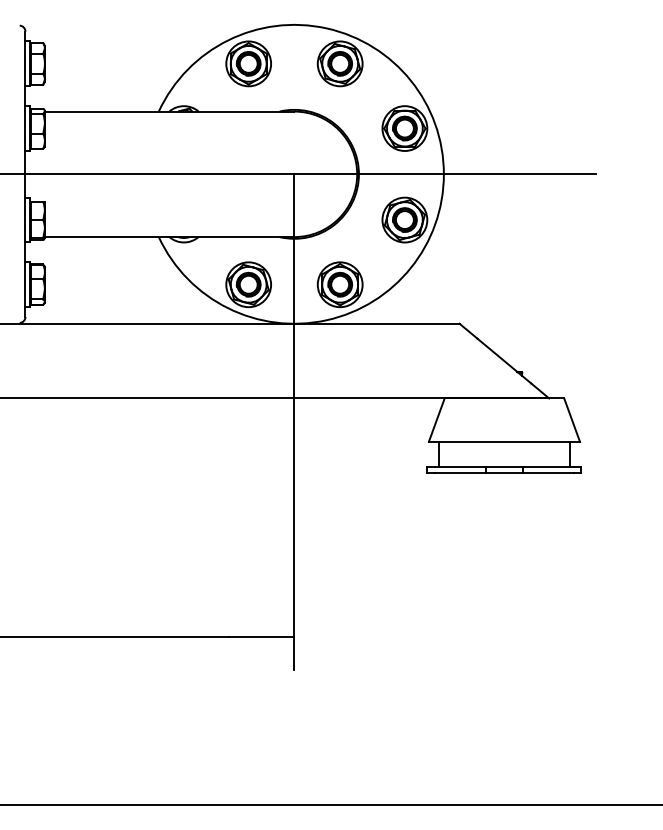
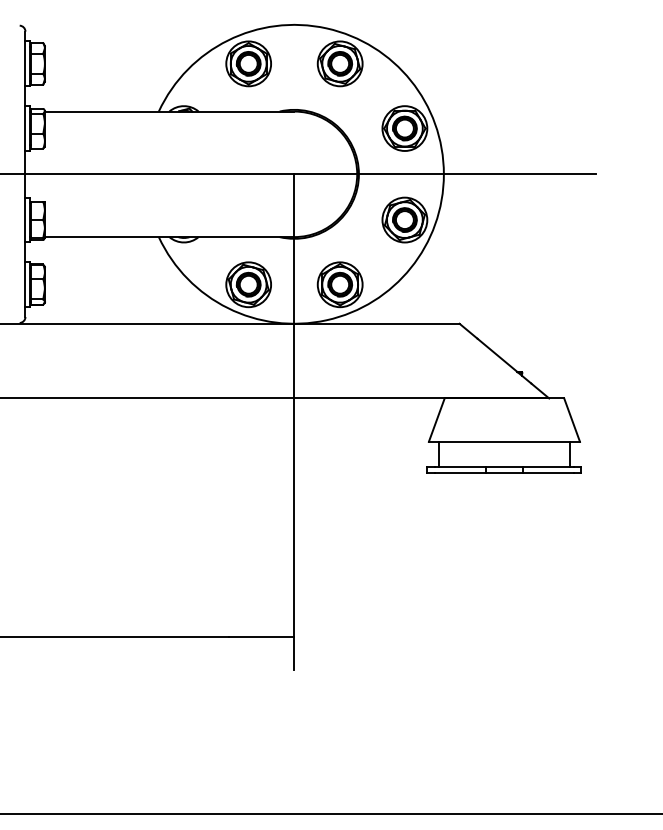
line at (330, 805) position: (330, 805) -> (330, 814)
